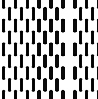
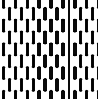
line at (68, 48): none -> present
